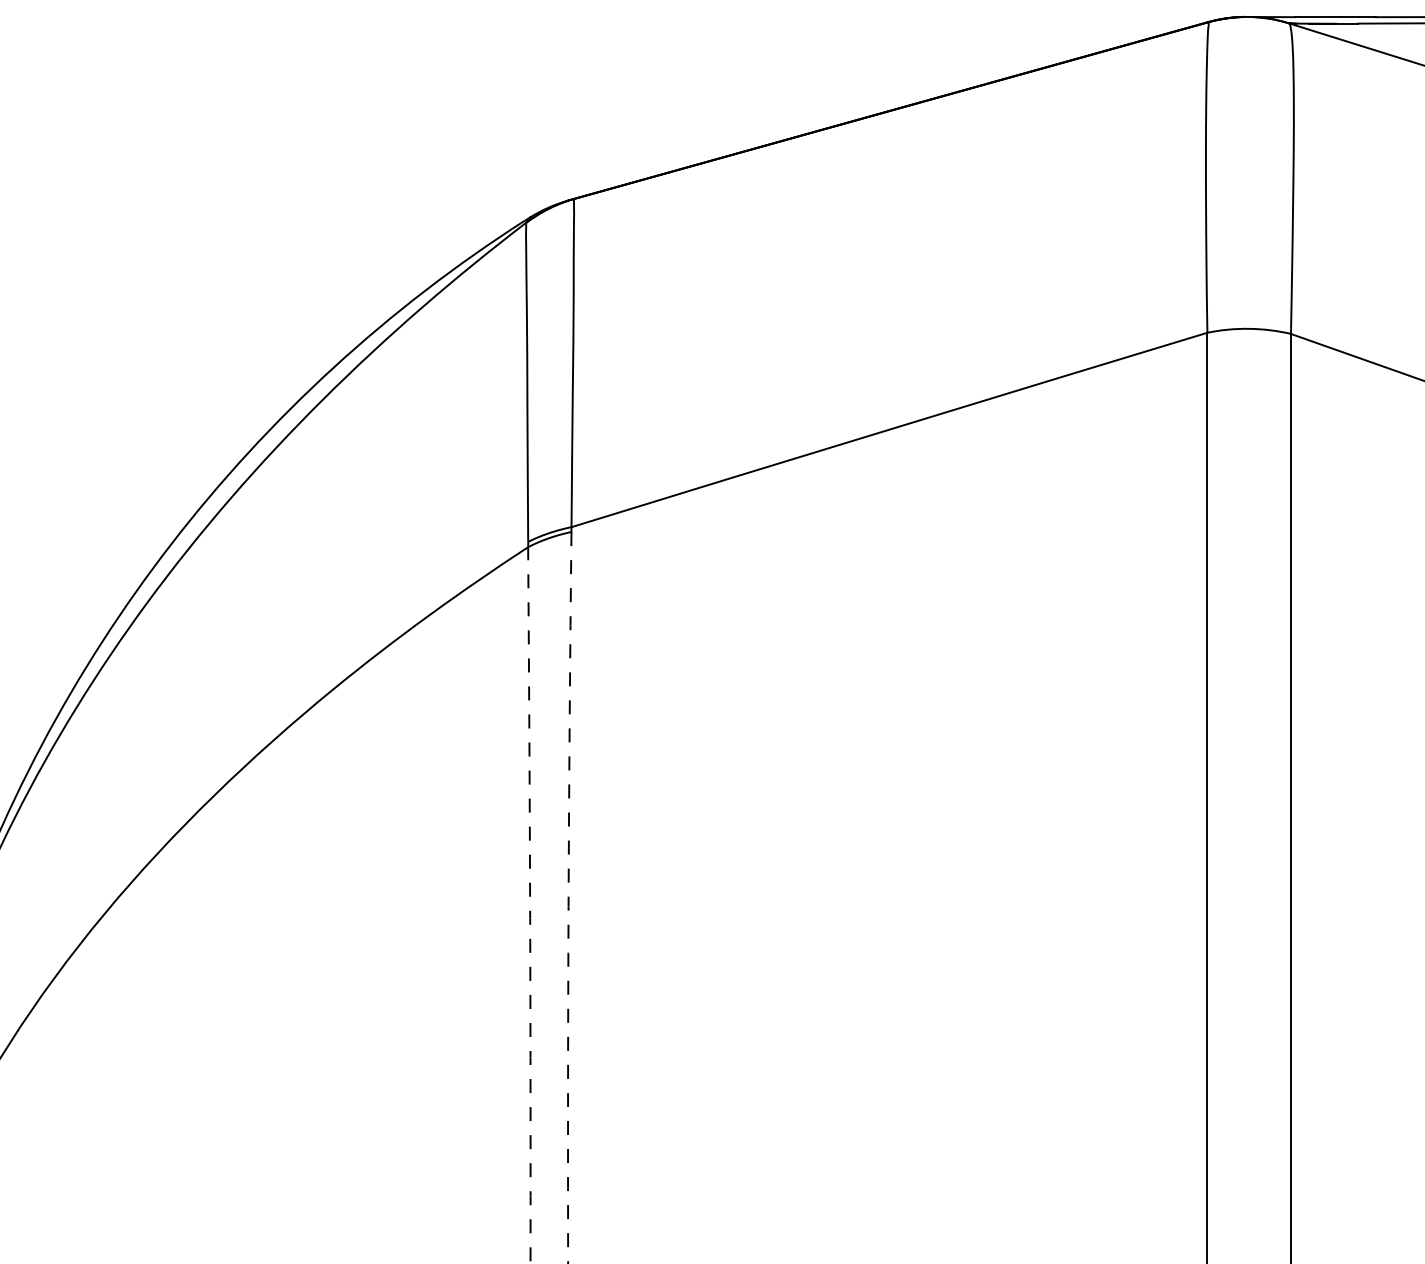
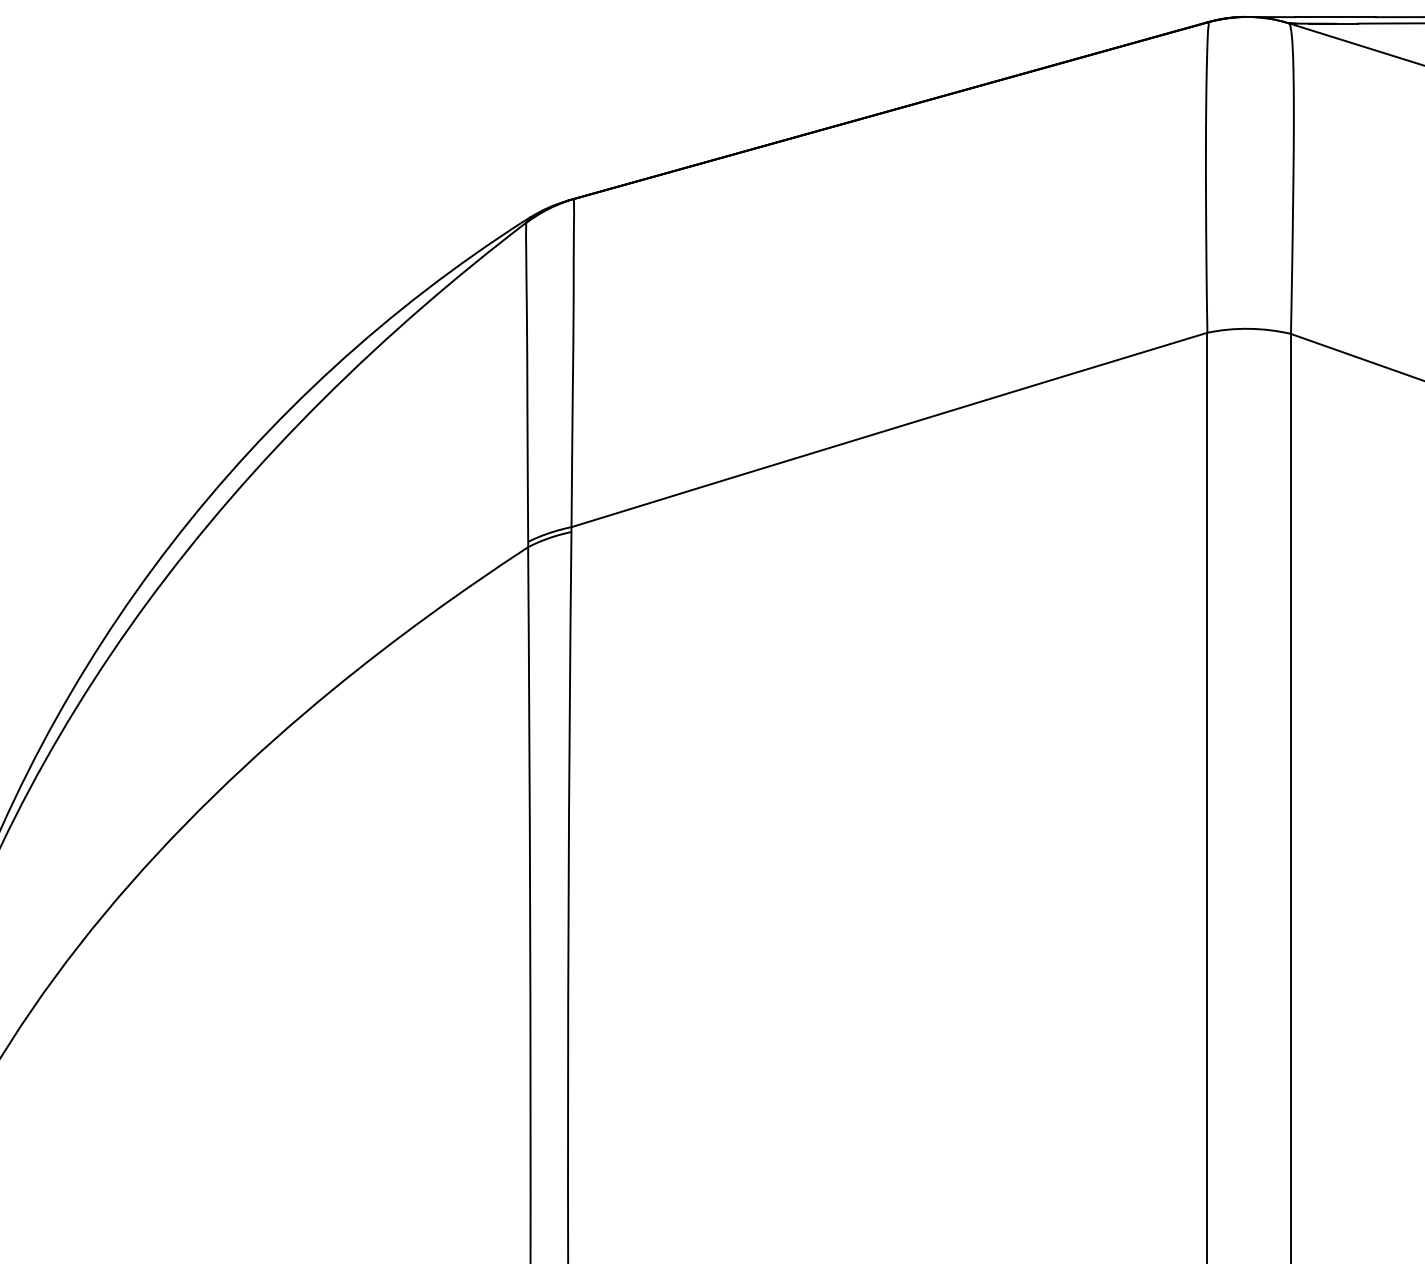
arc at (568, 898): dashed -> solid
arc at (530, 905): dashed -> solid
